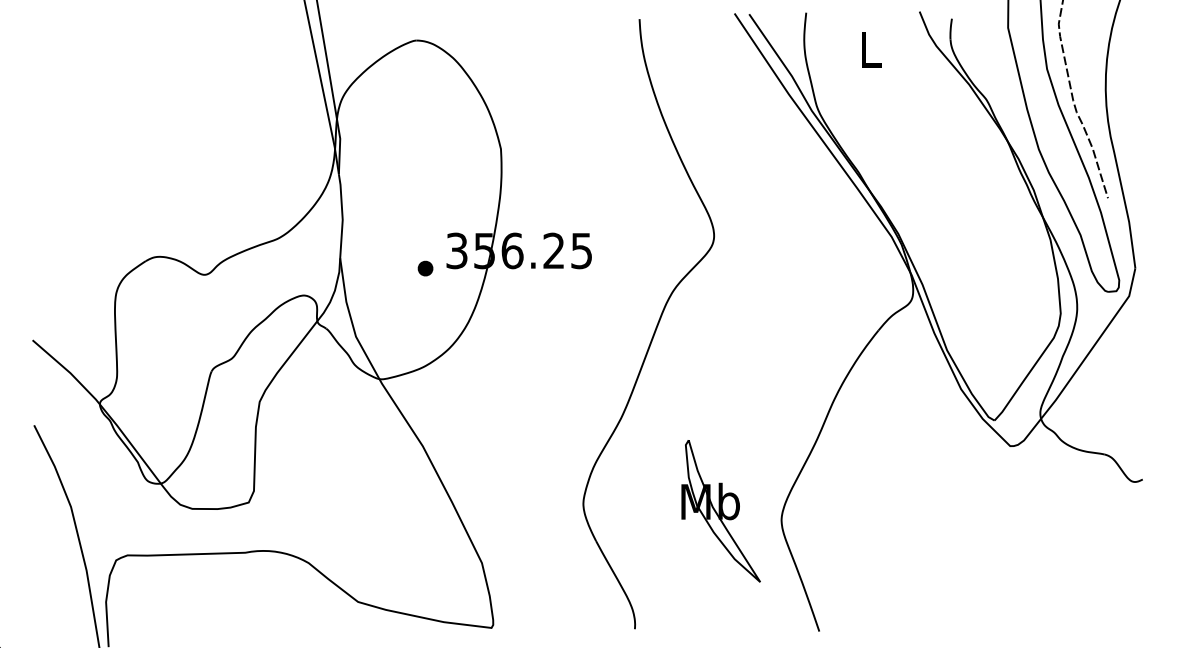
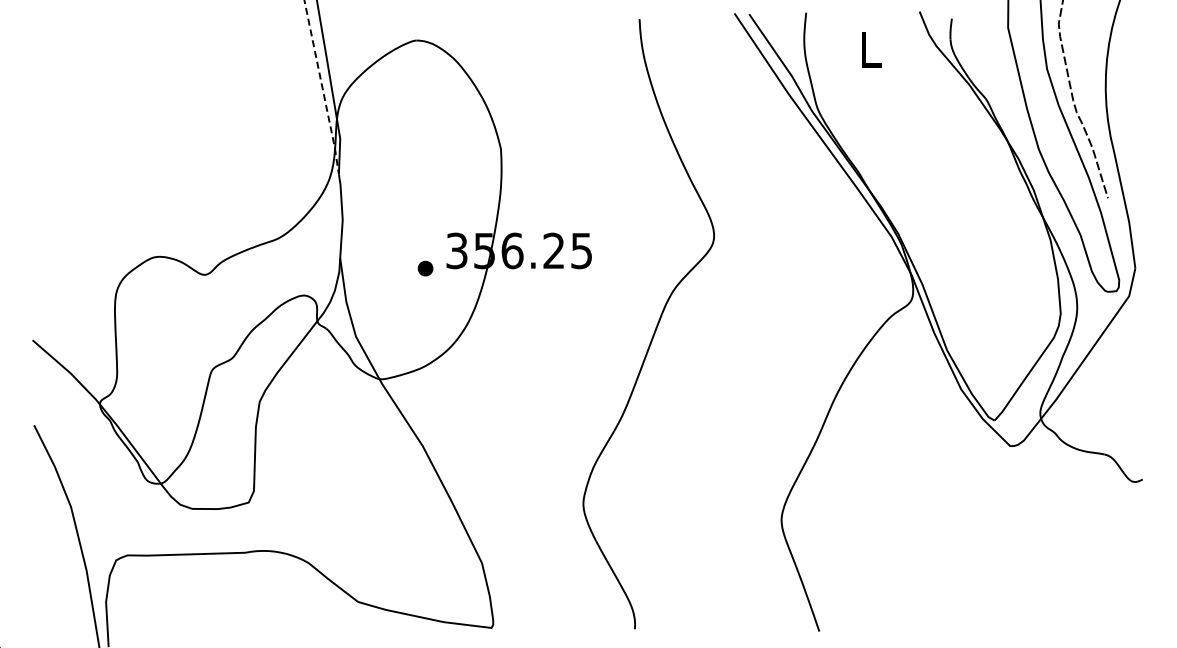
line at (322, 88): solid -> dashed
part at (720, 511): present -> none
